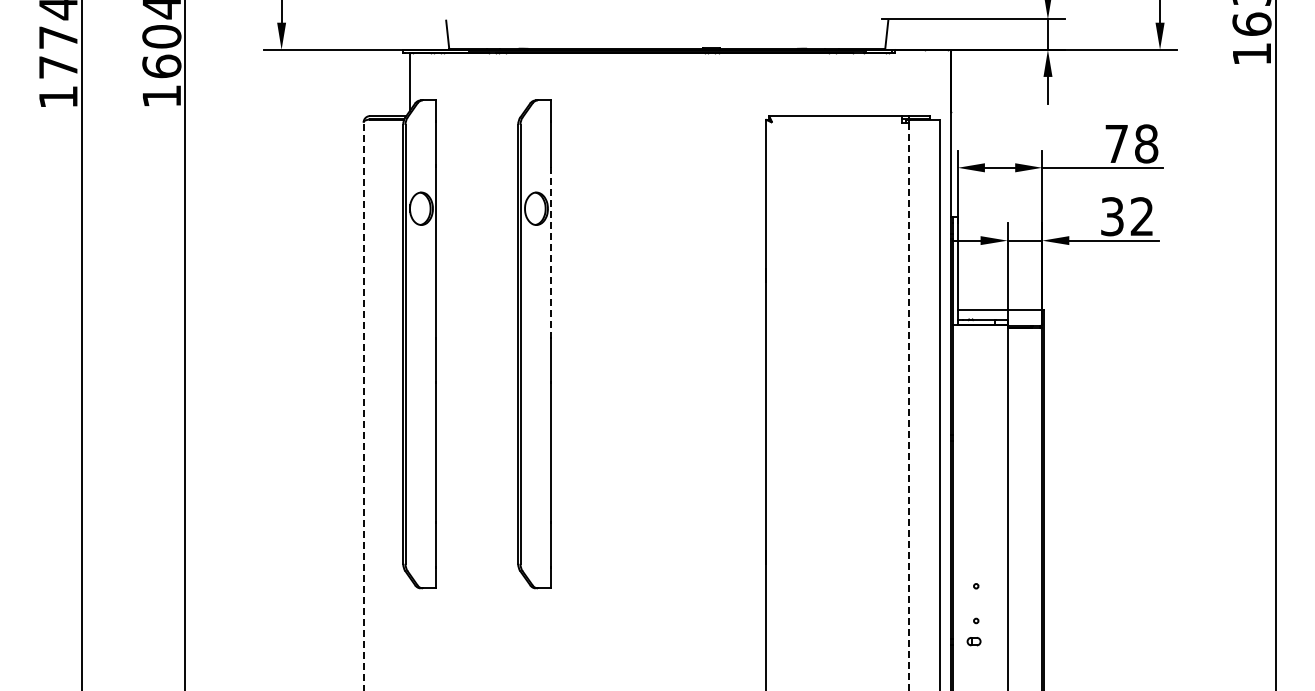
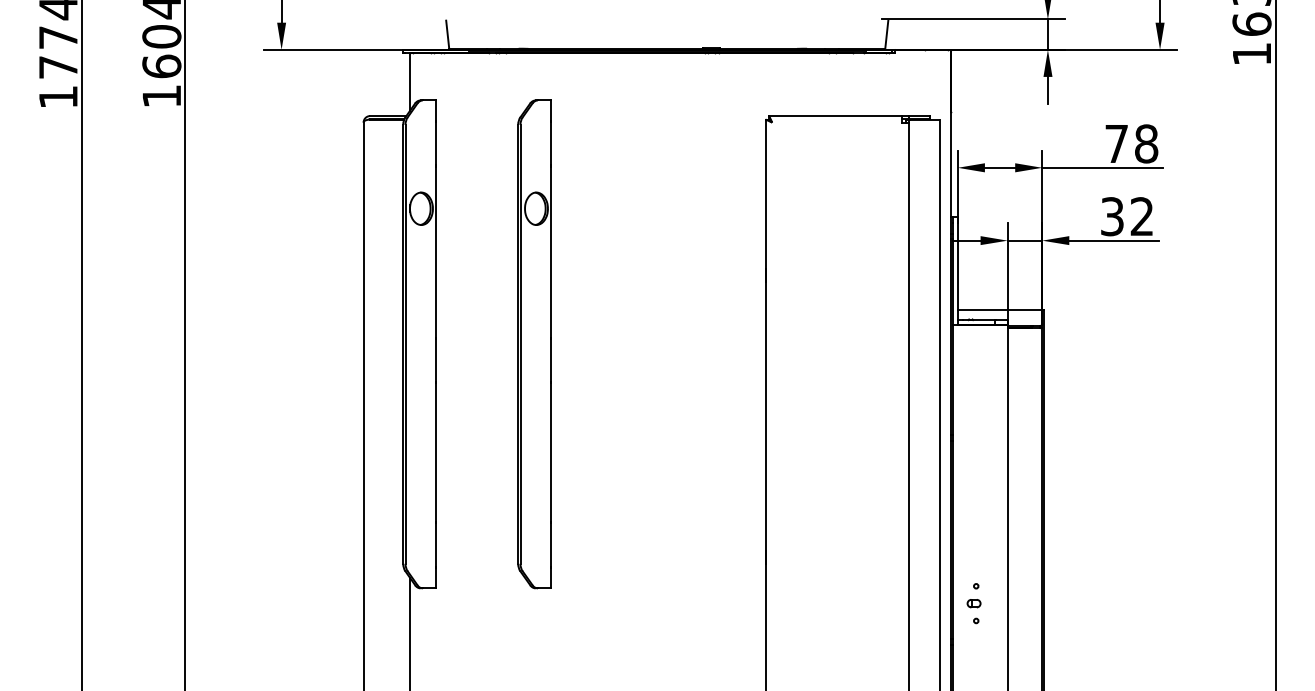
line at (551, 252): dashed -> solid
line at (363, 406): dashed -> solid
line at (908, 406): dashed -> solid
line at (410, 632): none -> present
part at (973, 641) position: (973, 641) -> (973, 603)
